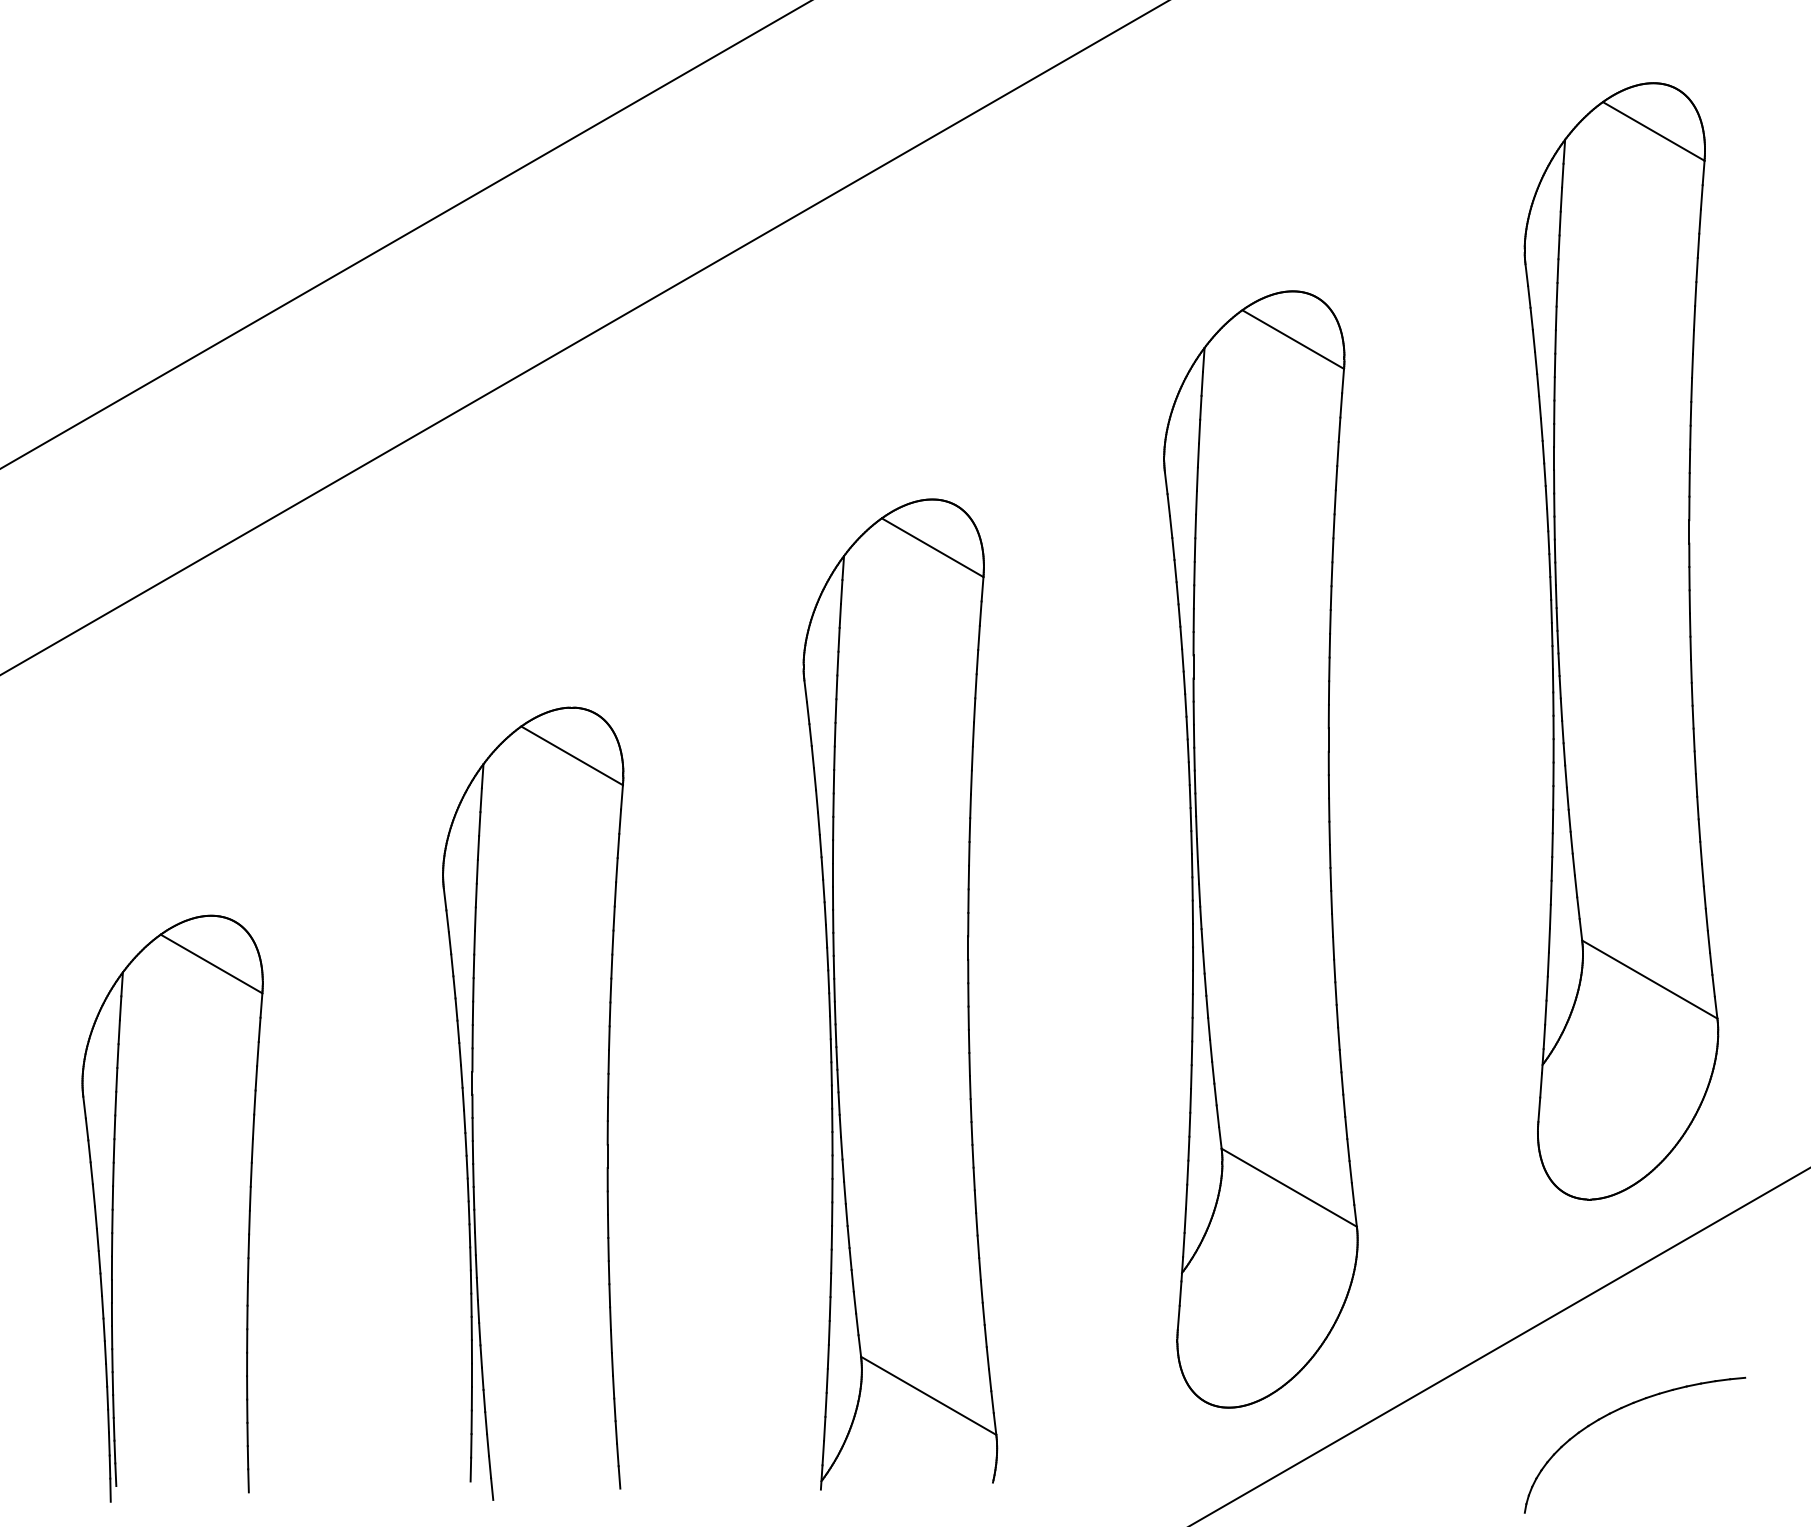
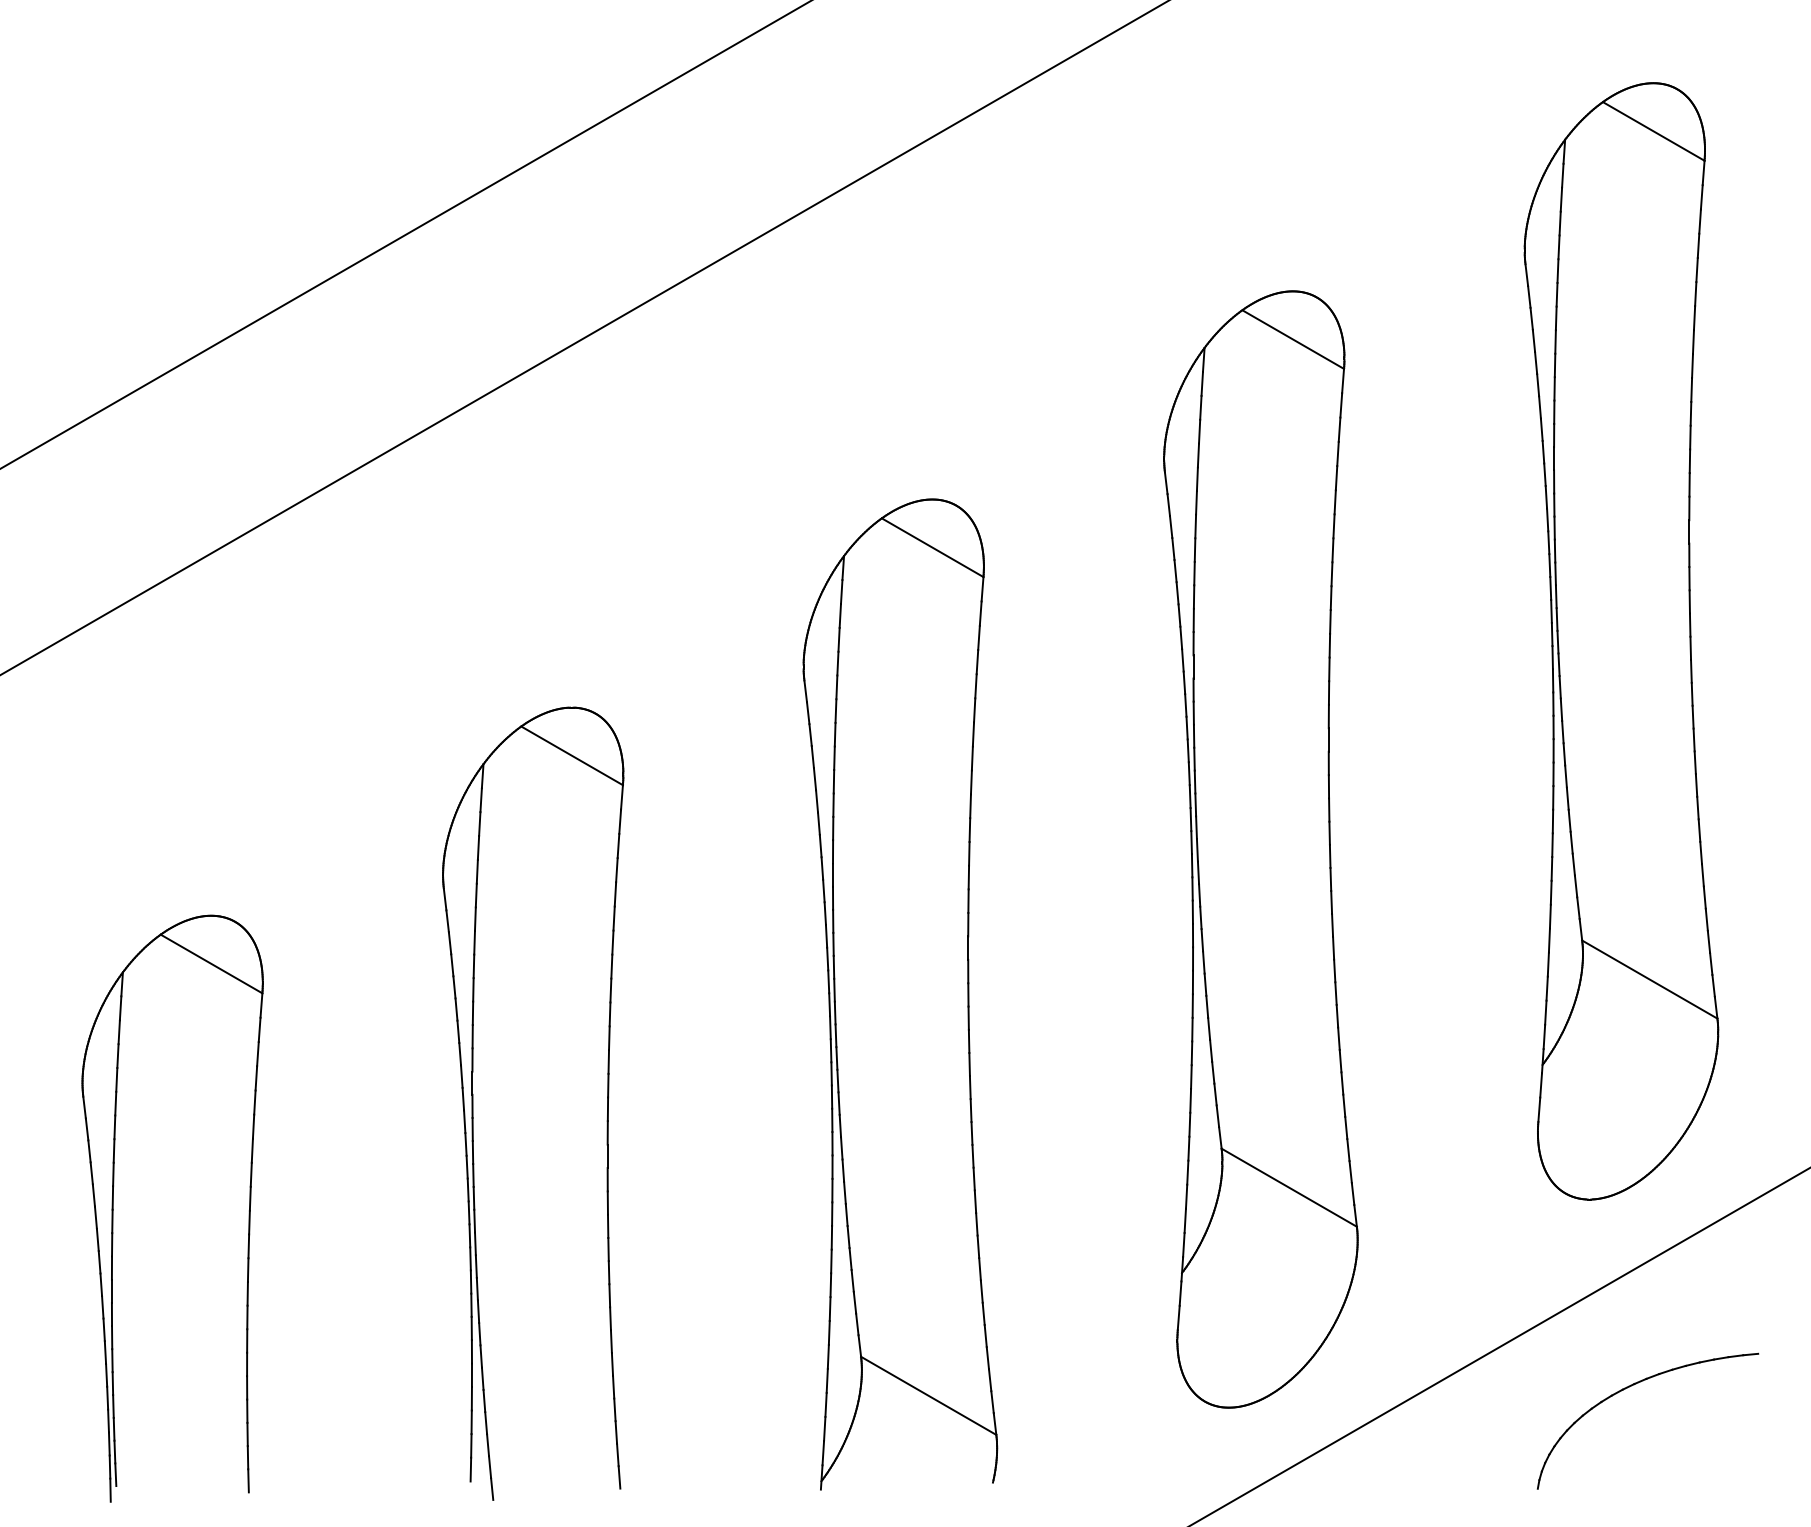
part at (1621, 1409) position: (1621, 1409) -> (1634, 1385)
